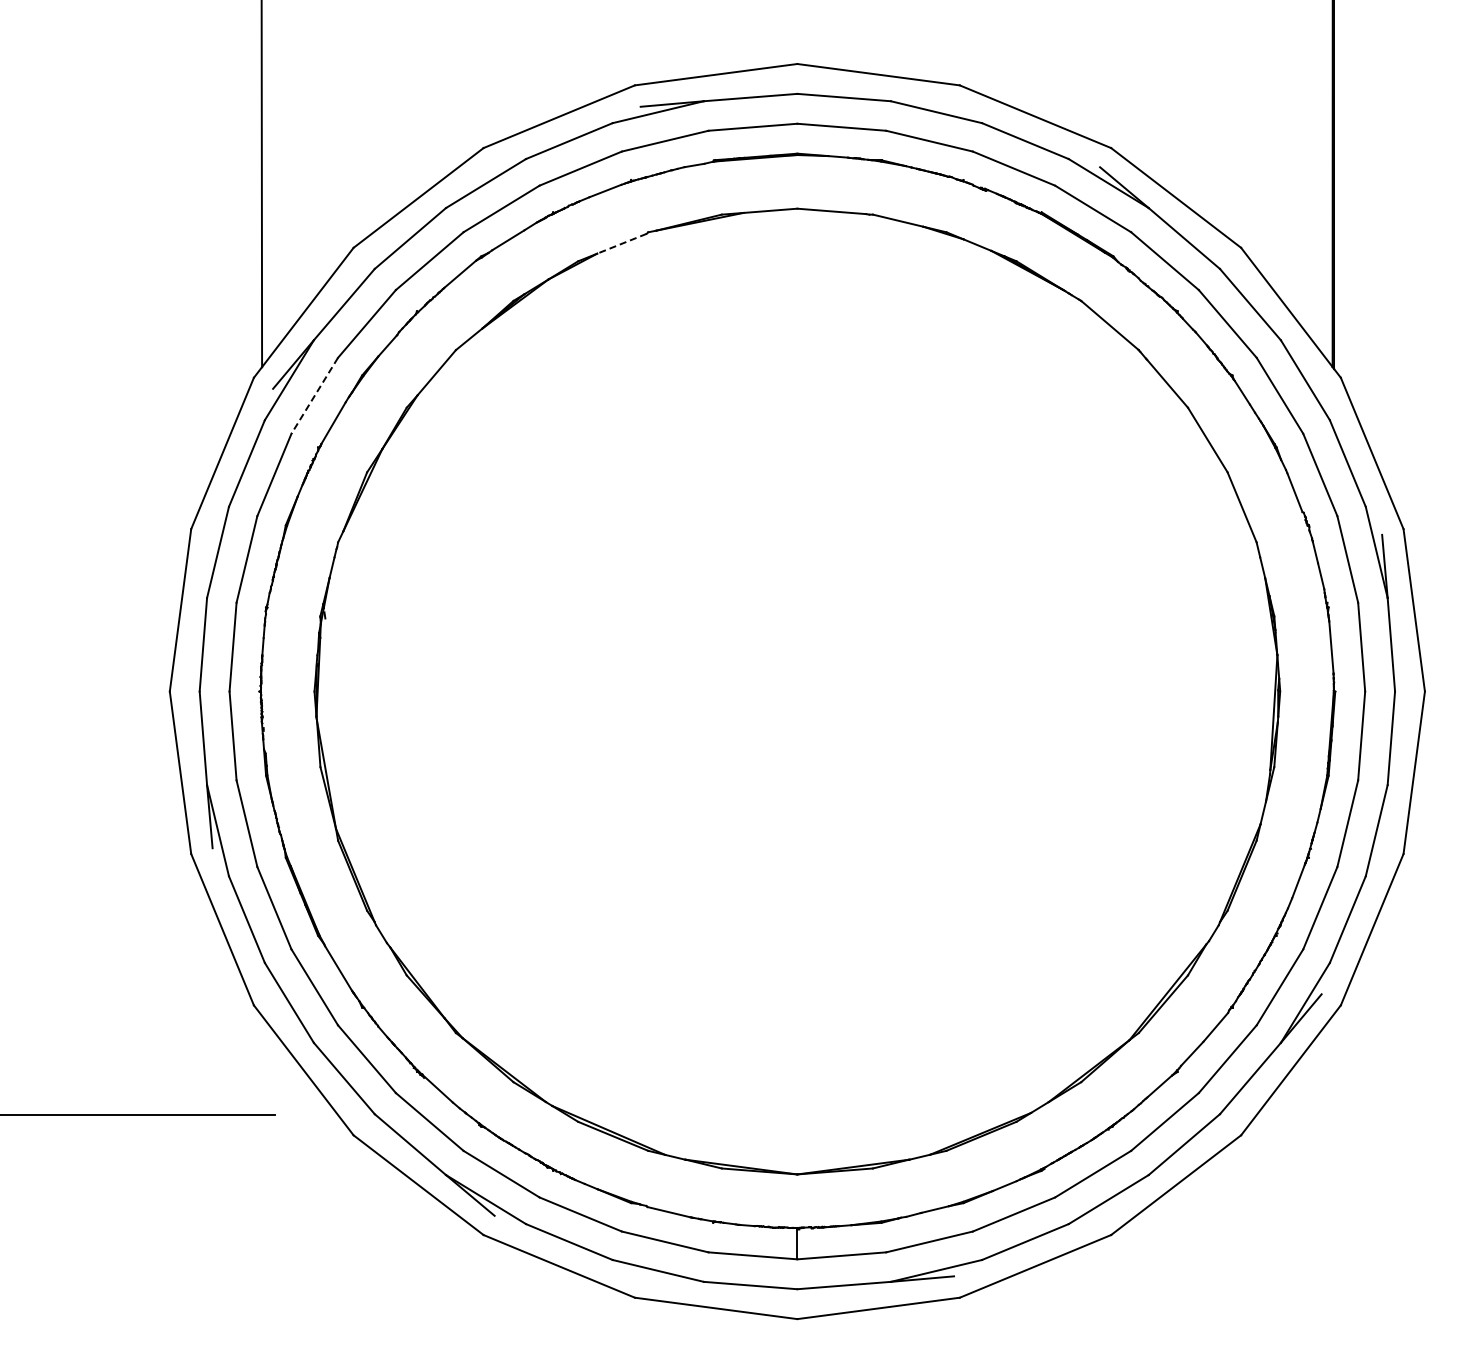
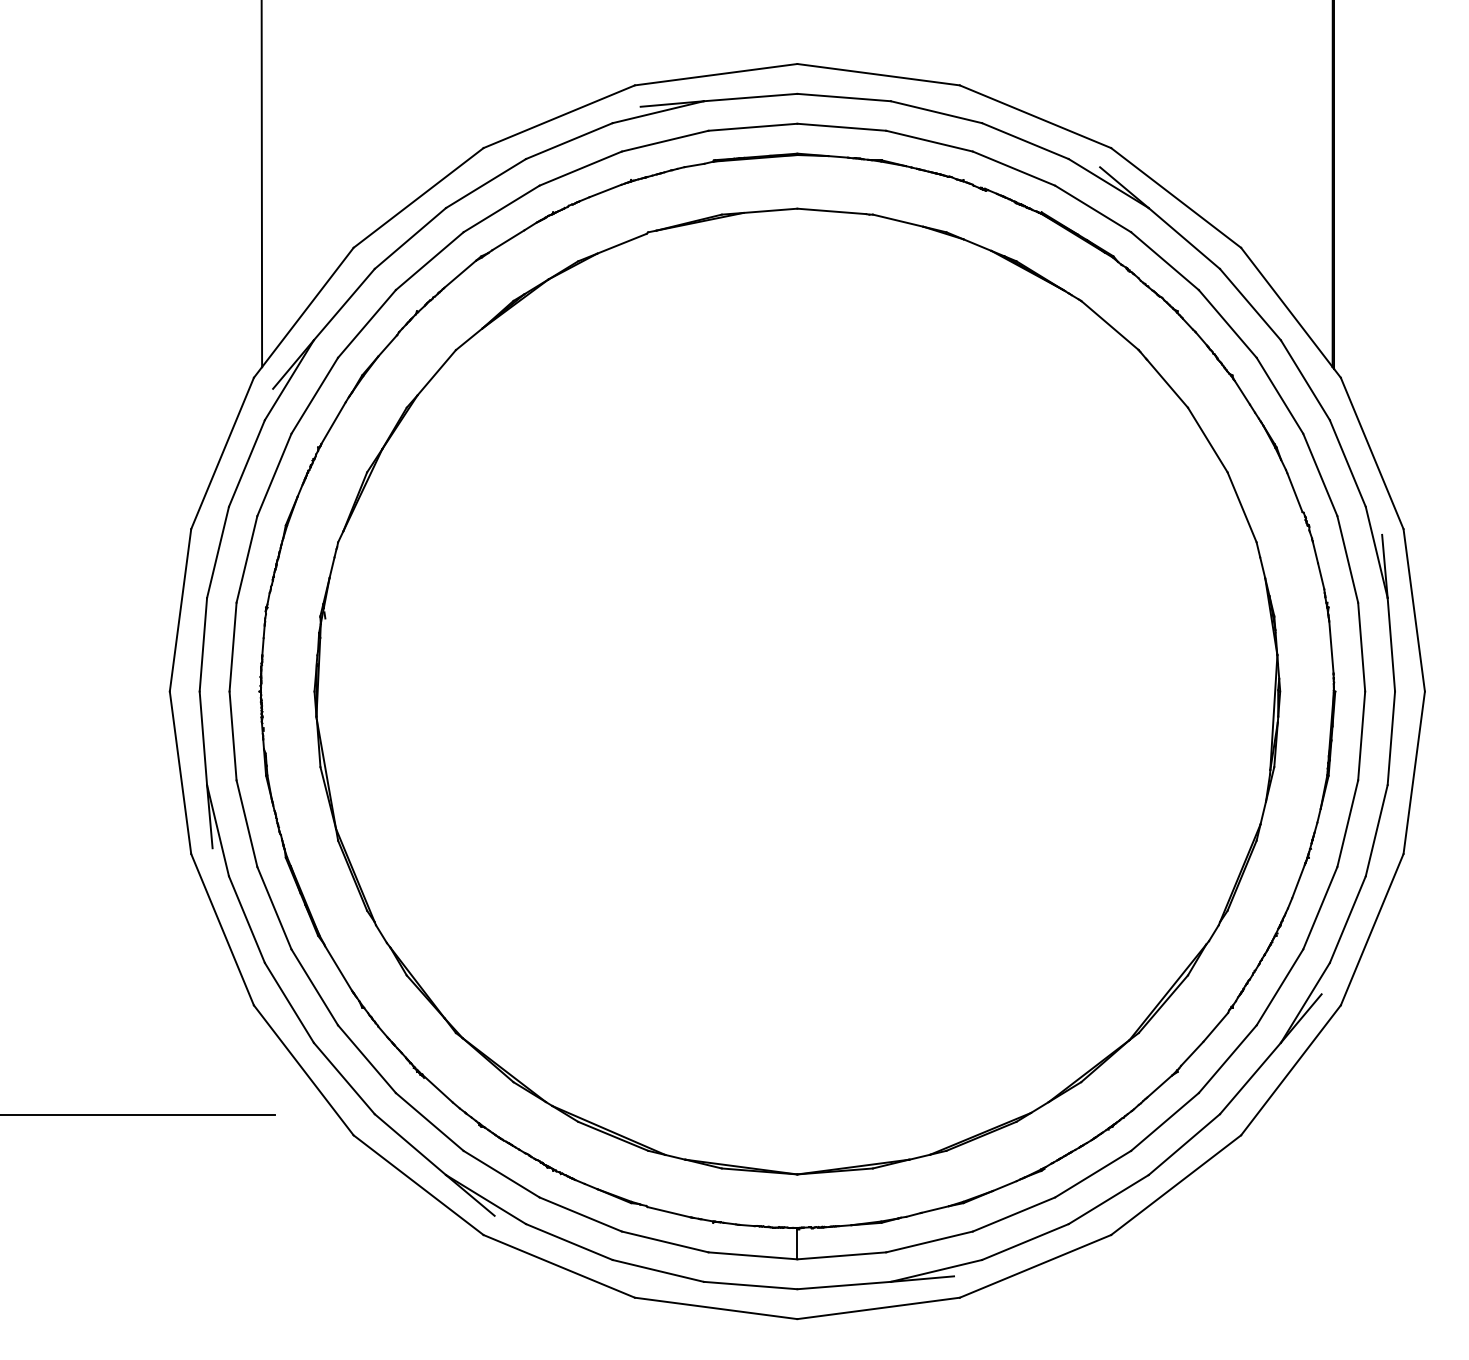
line at (621, 243): dashed -> solid
line at (314, 395): dashed -> solid
